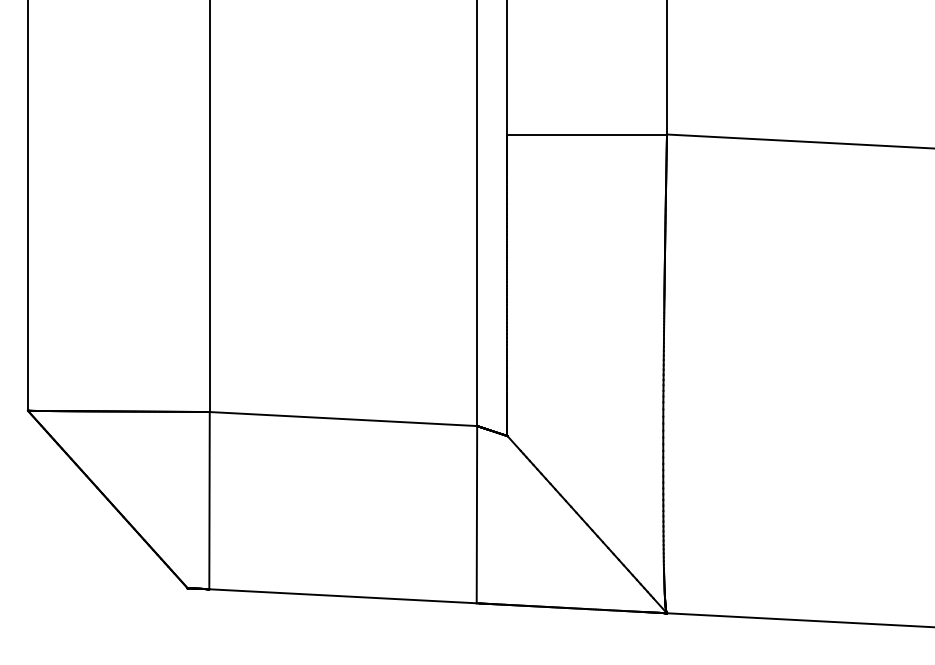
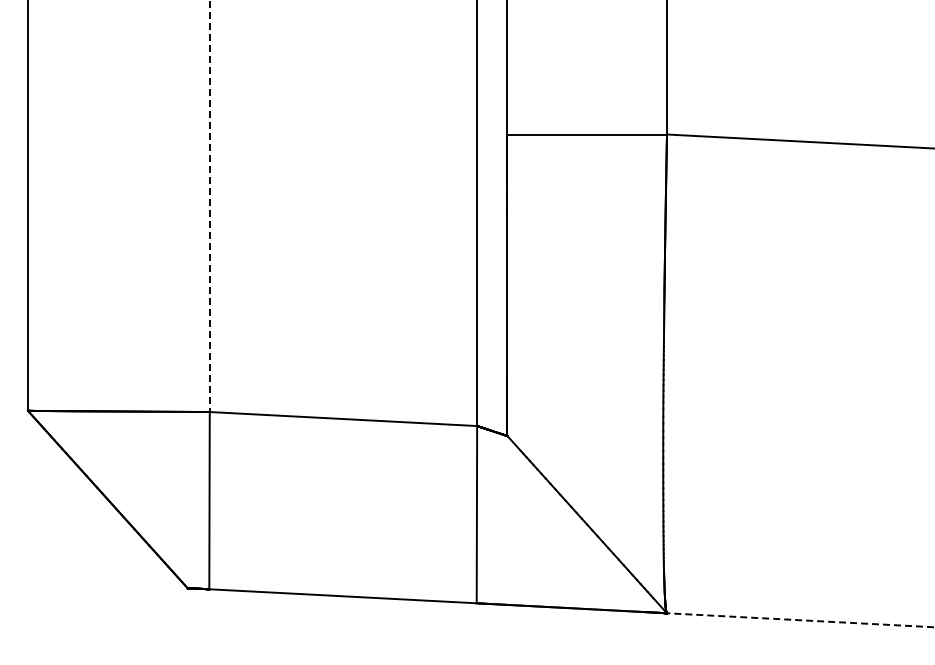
line at (209, 206): solid -> dashed
line at (800, 620): solid -> dashed
